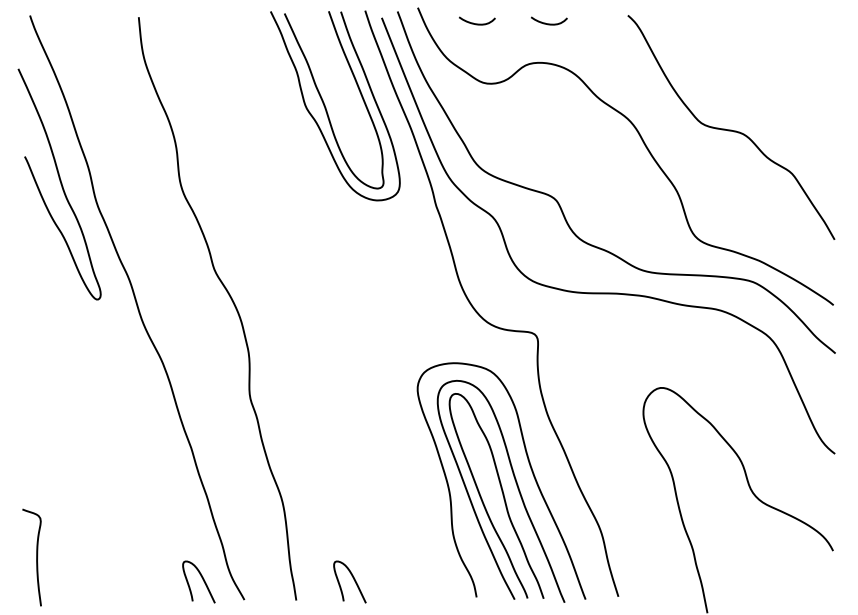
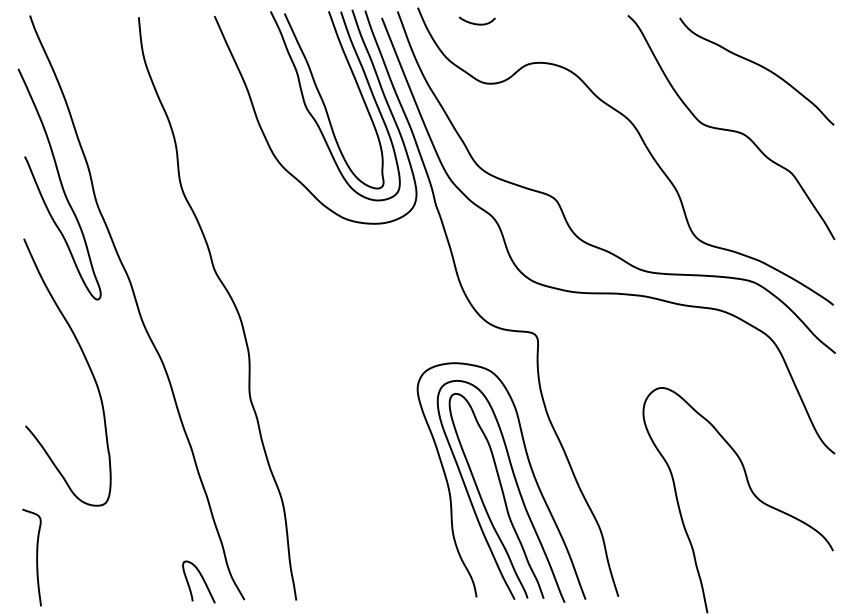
curve at (549, 23): present -> none
curve at (759, 66): none -> present
curve at (267, 139): none -> present
part at (87, 365): none -> present
curve at (353, 579): present -> none
